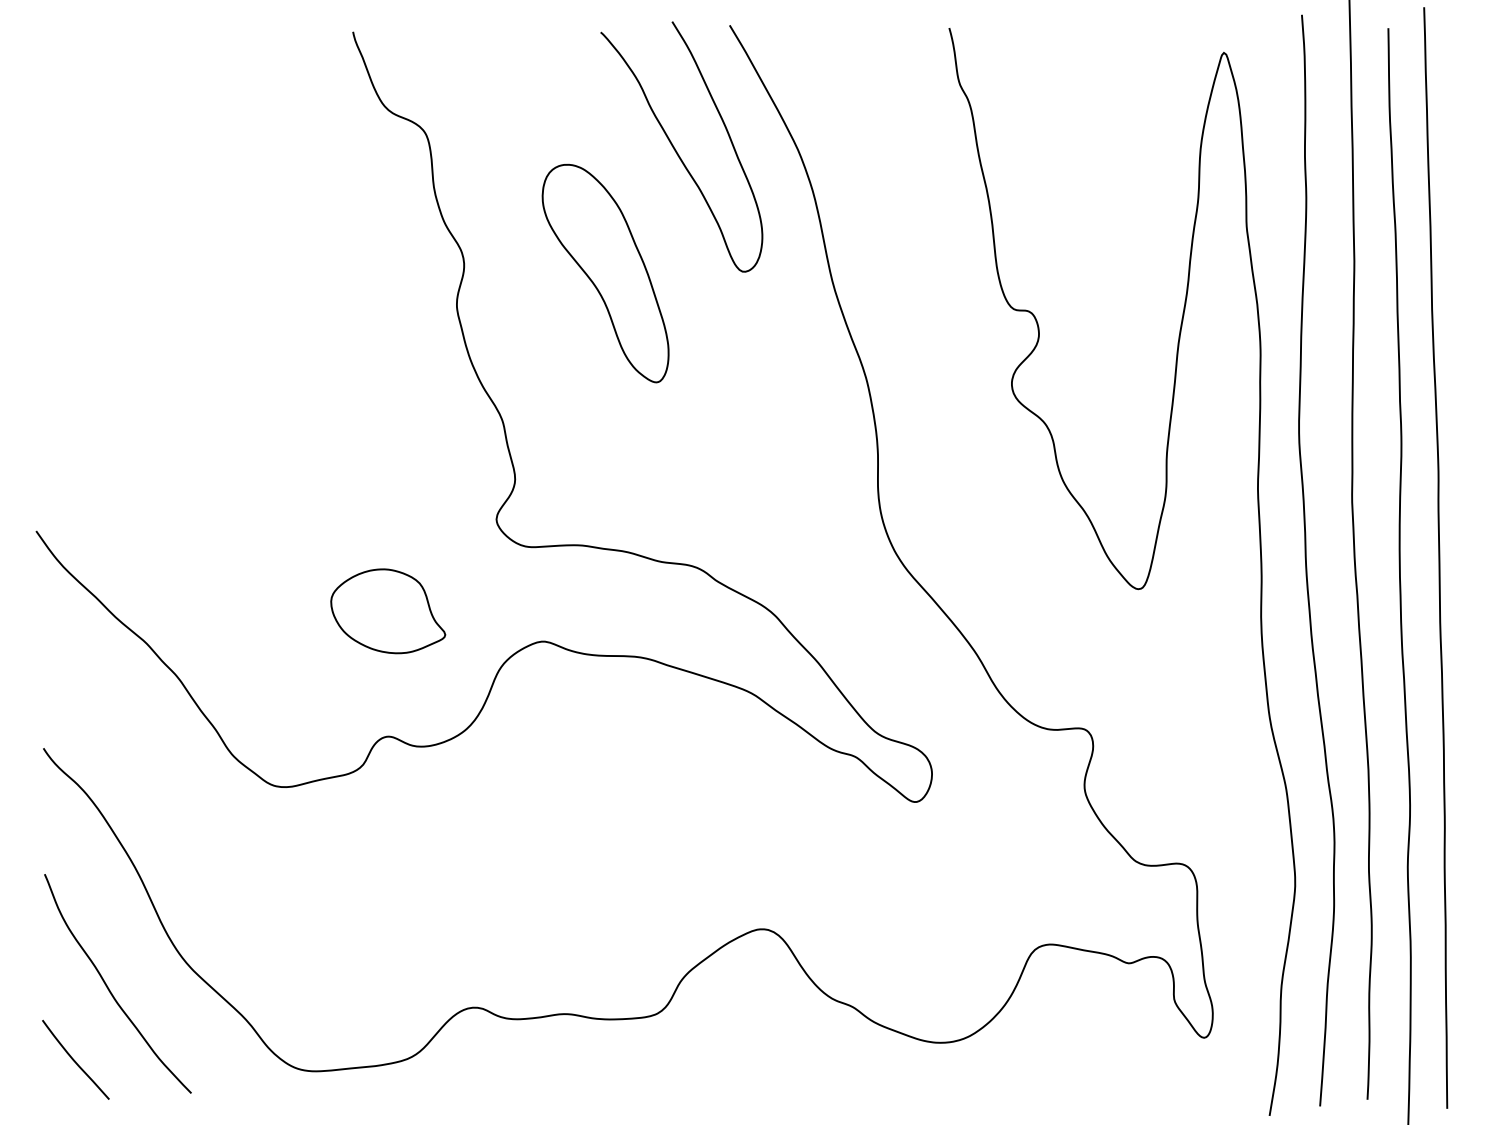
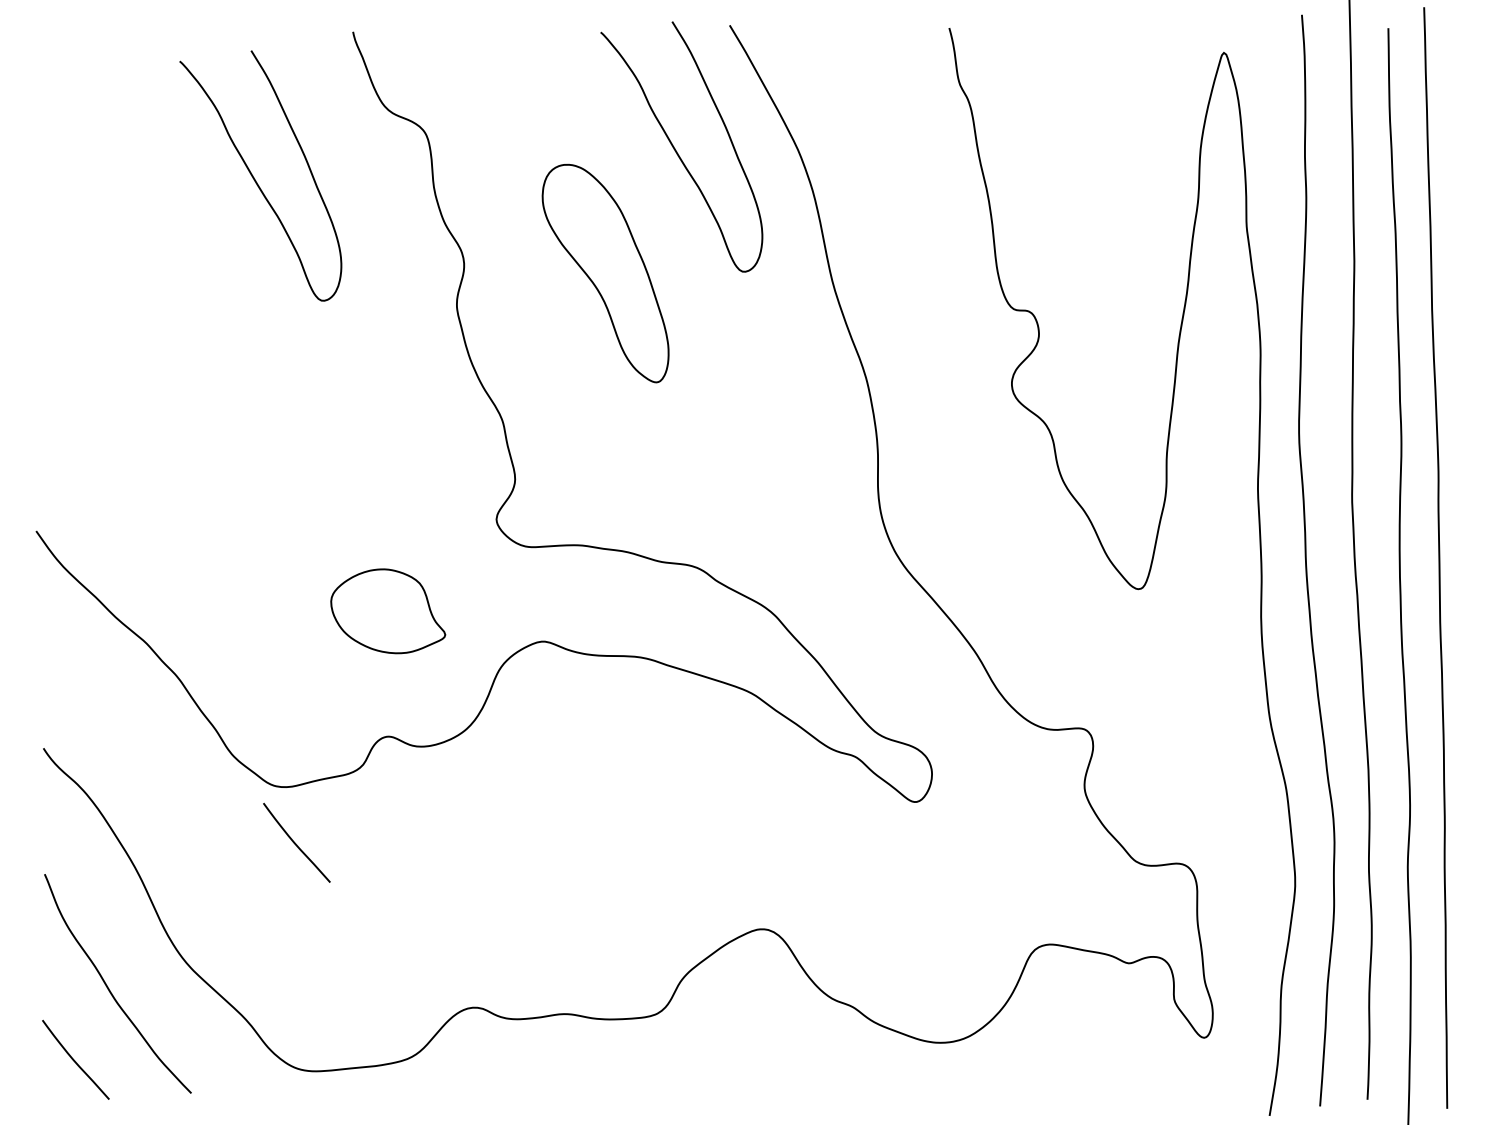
curve at (254, 177): none -> present
curve at (295, 842): none -> present
